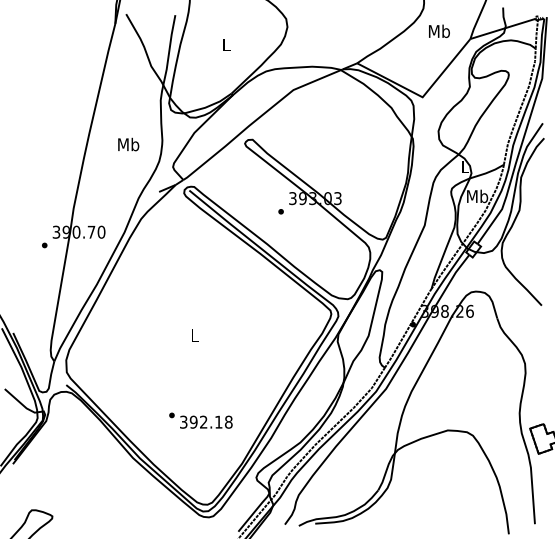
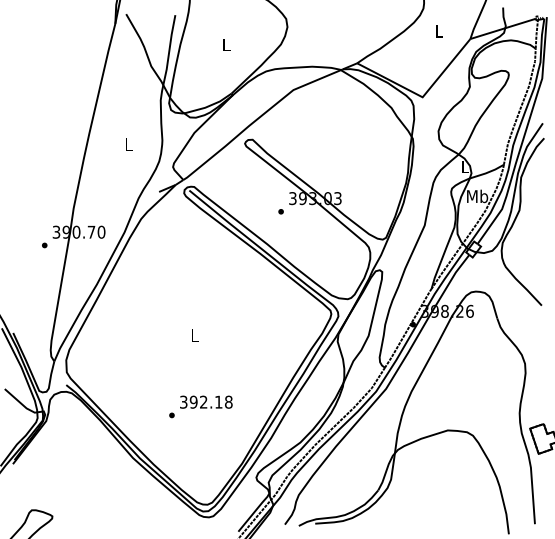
text at (439, 31): Mb -> L
text at (128, 144): Mb -> L
text at (206, 421) position: (206, 421) -> (206, 401)
